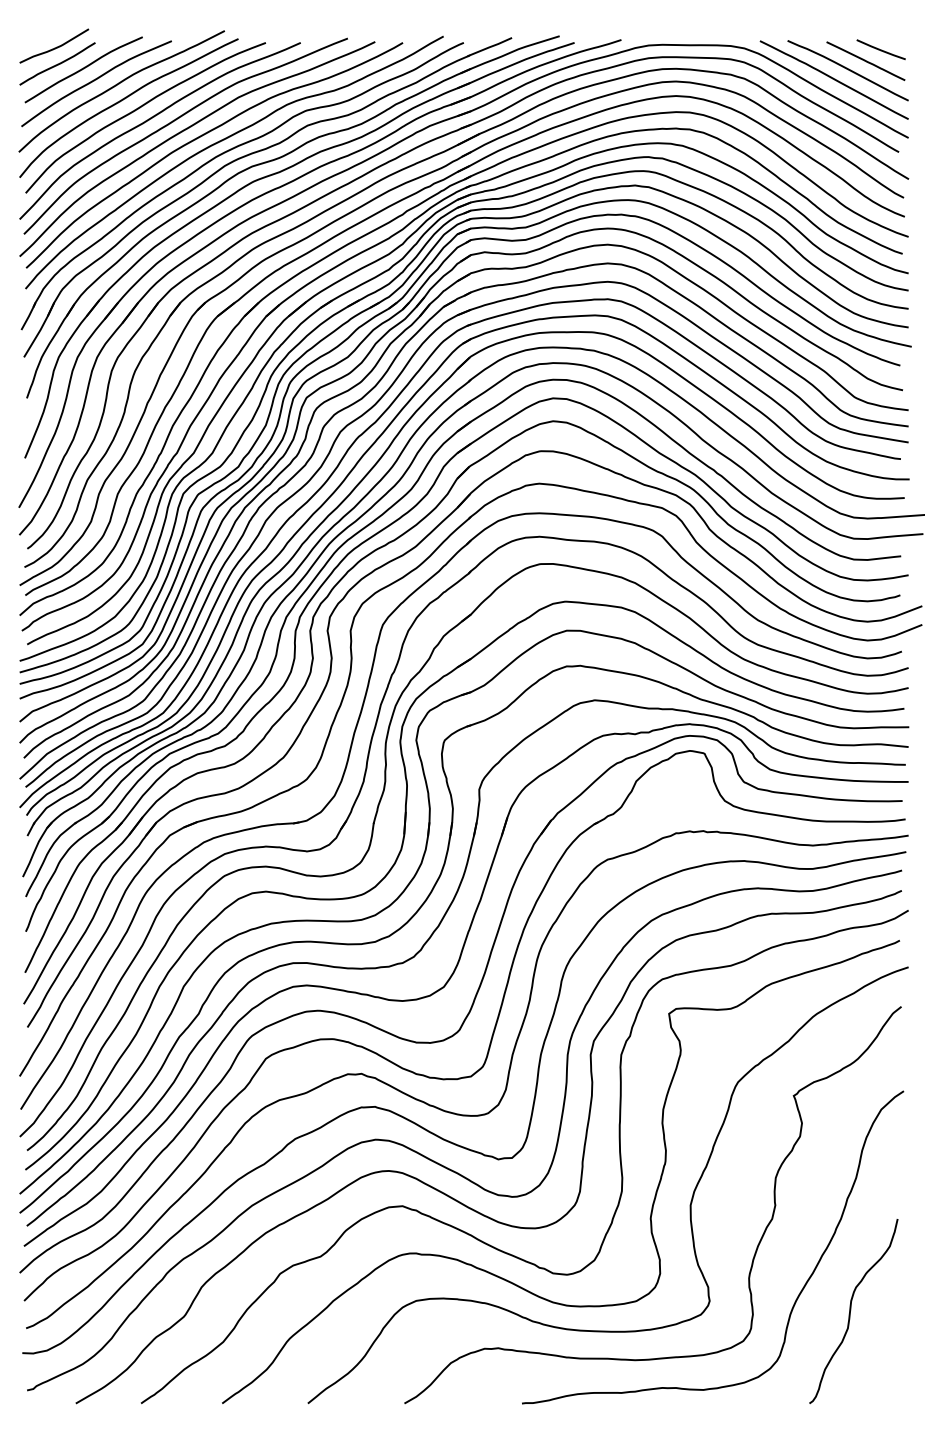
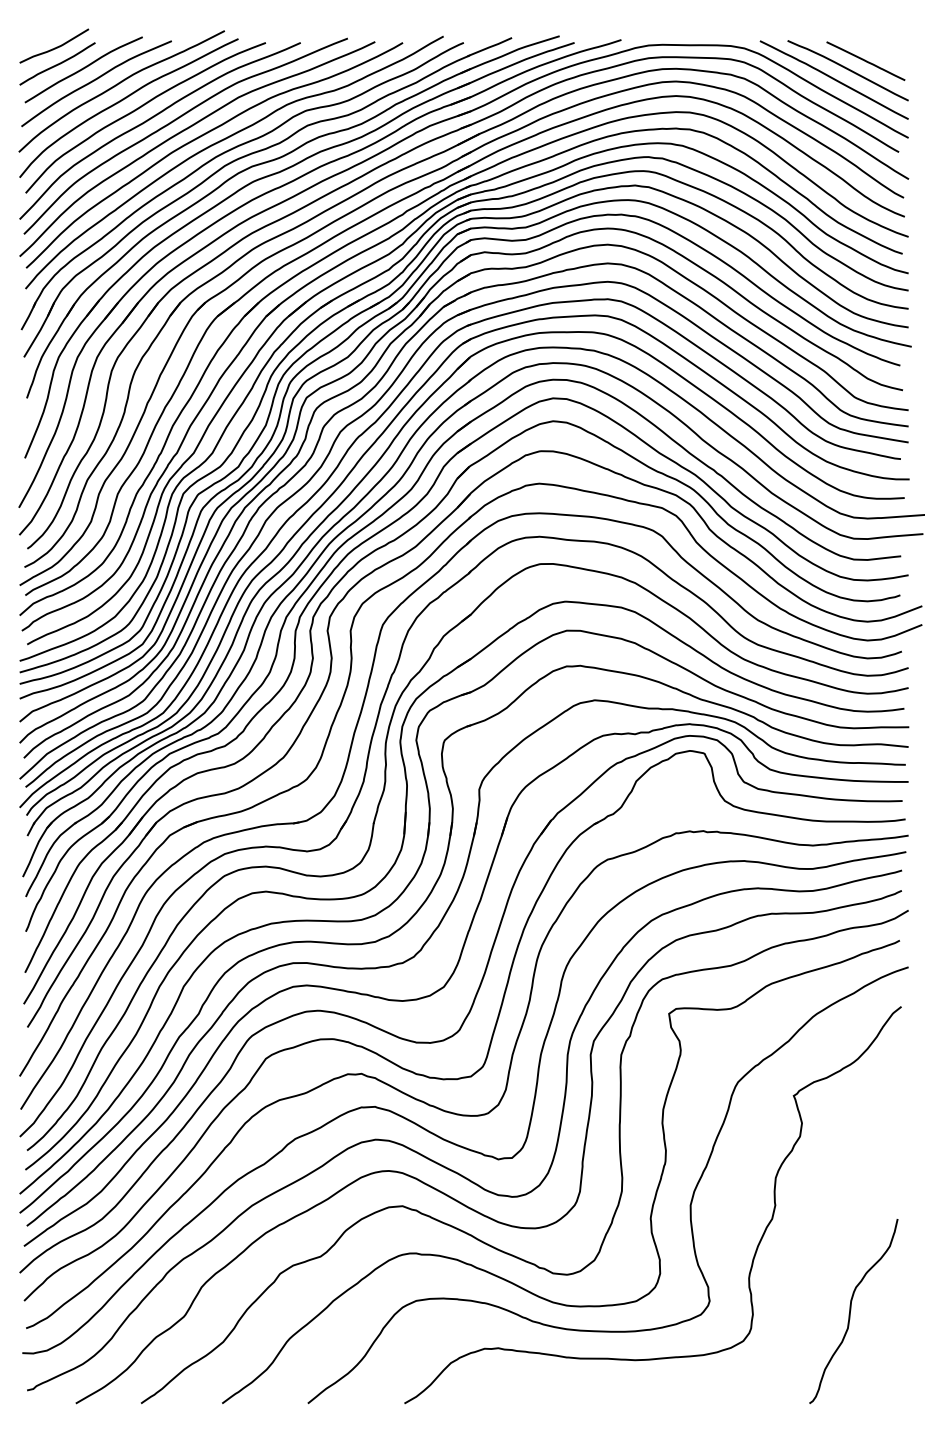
line at (880, 49): present -> none
curve at (799, 1292): present -> none
